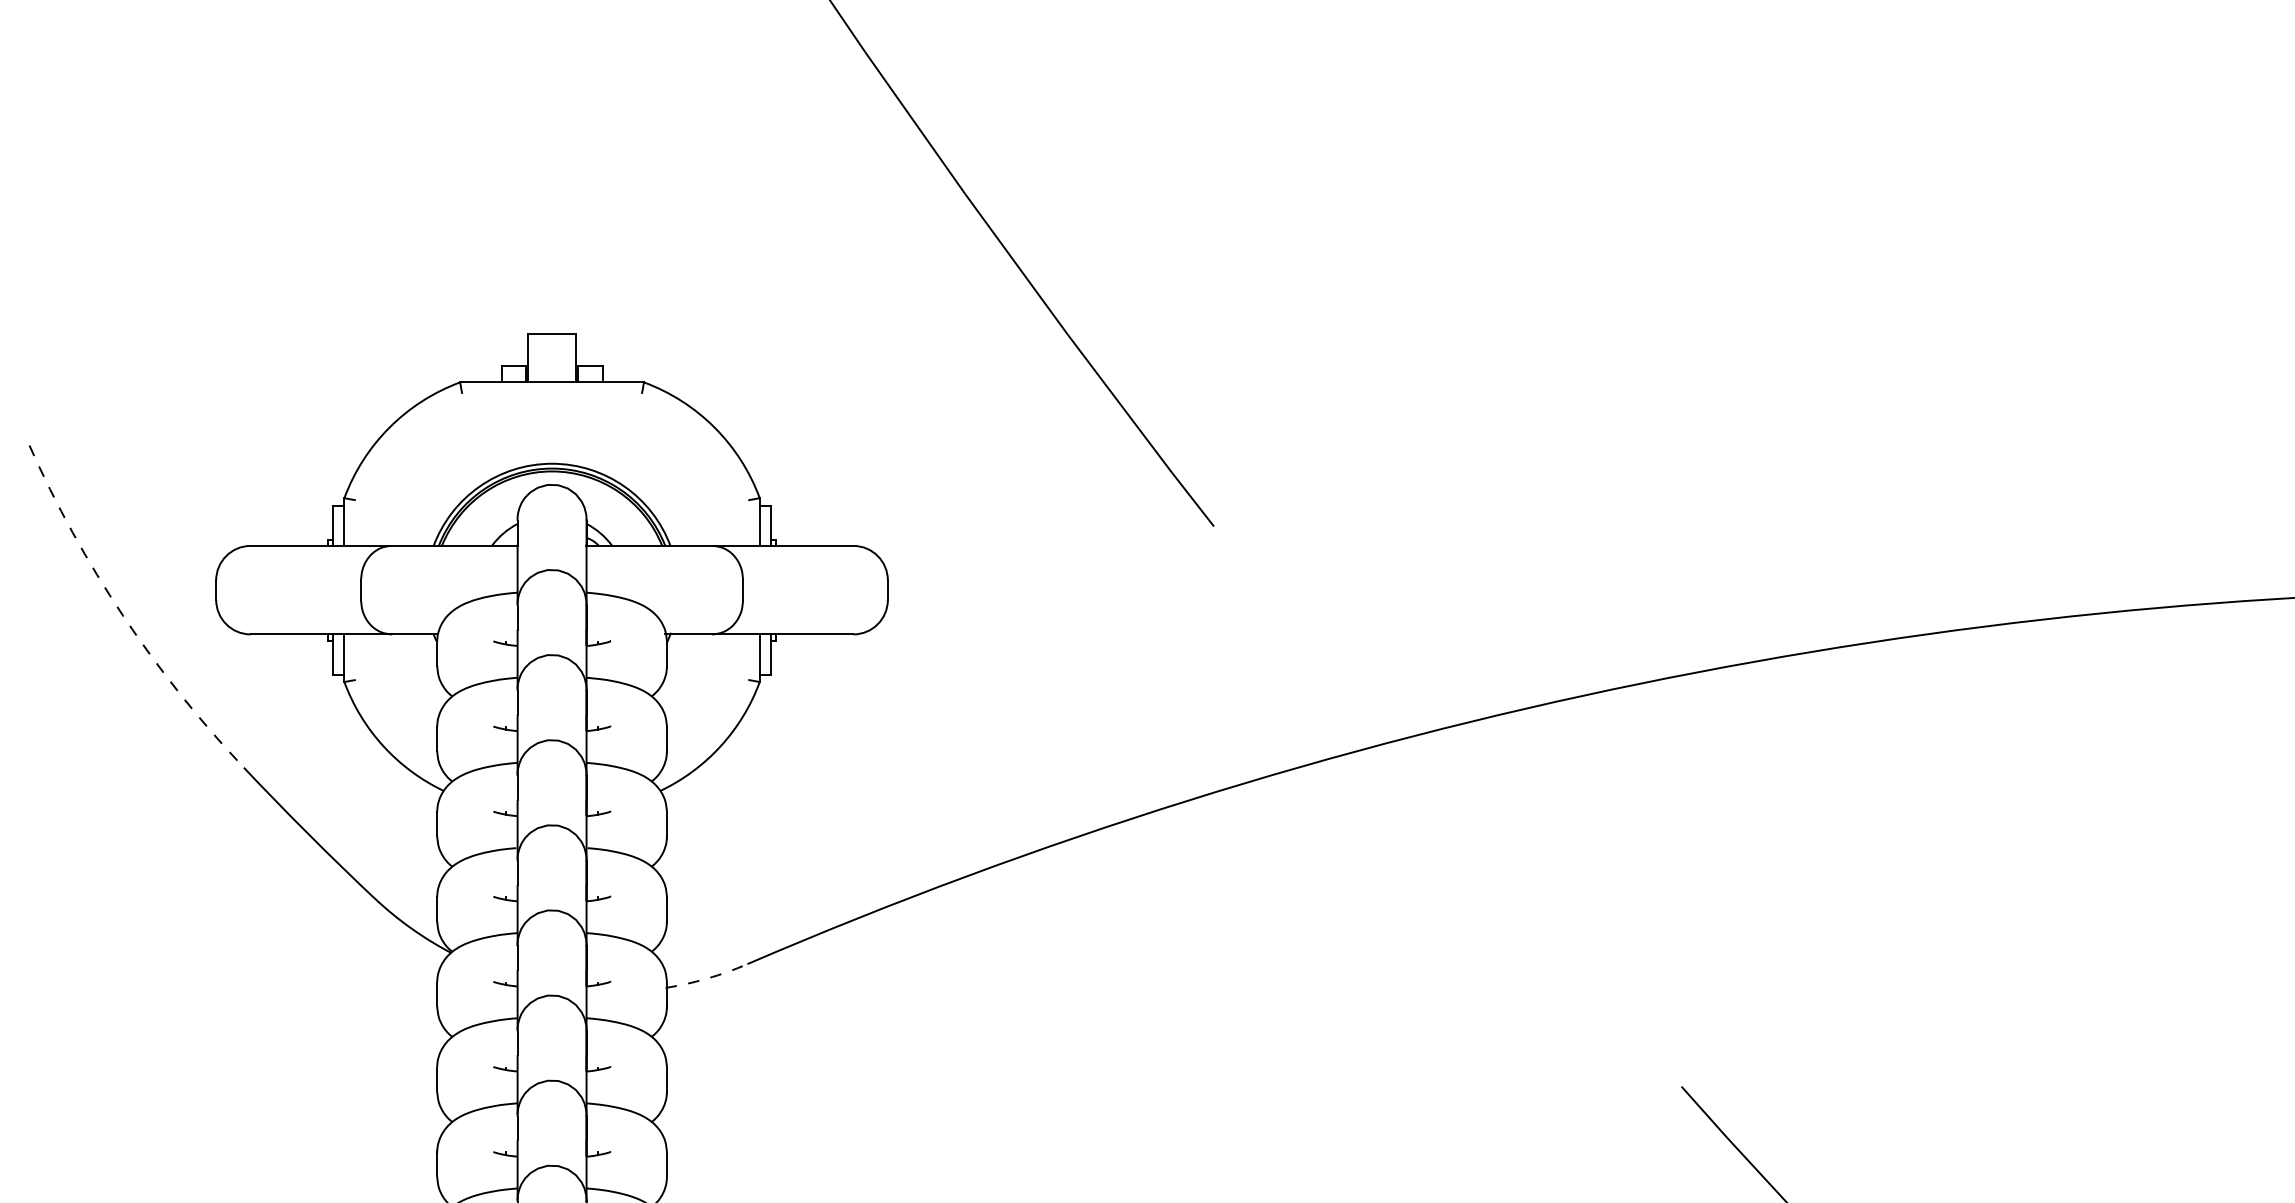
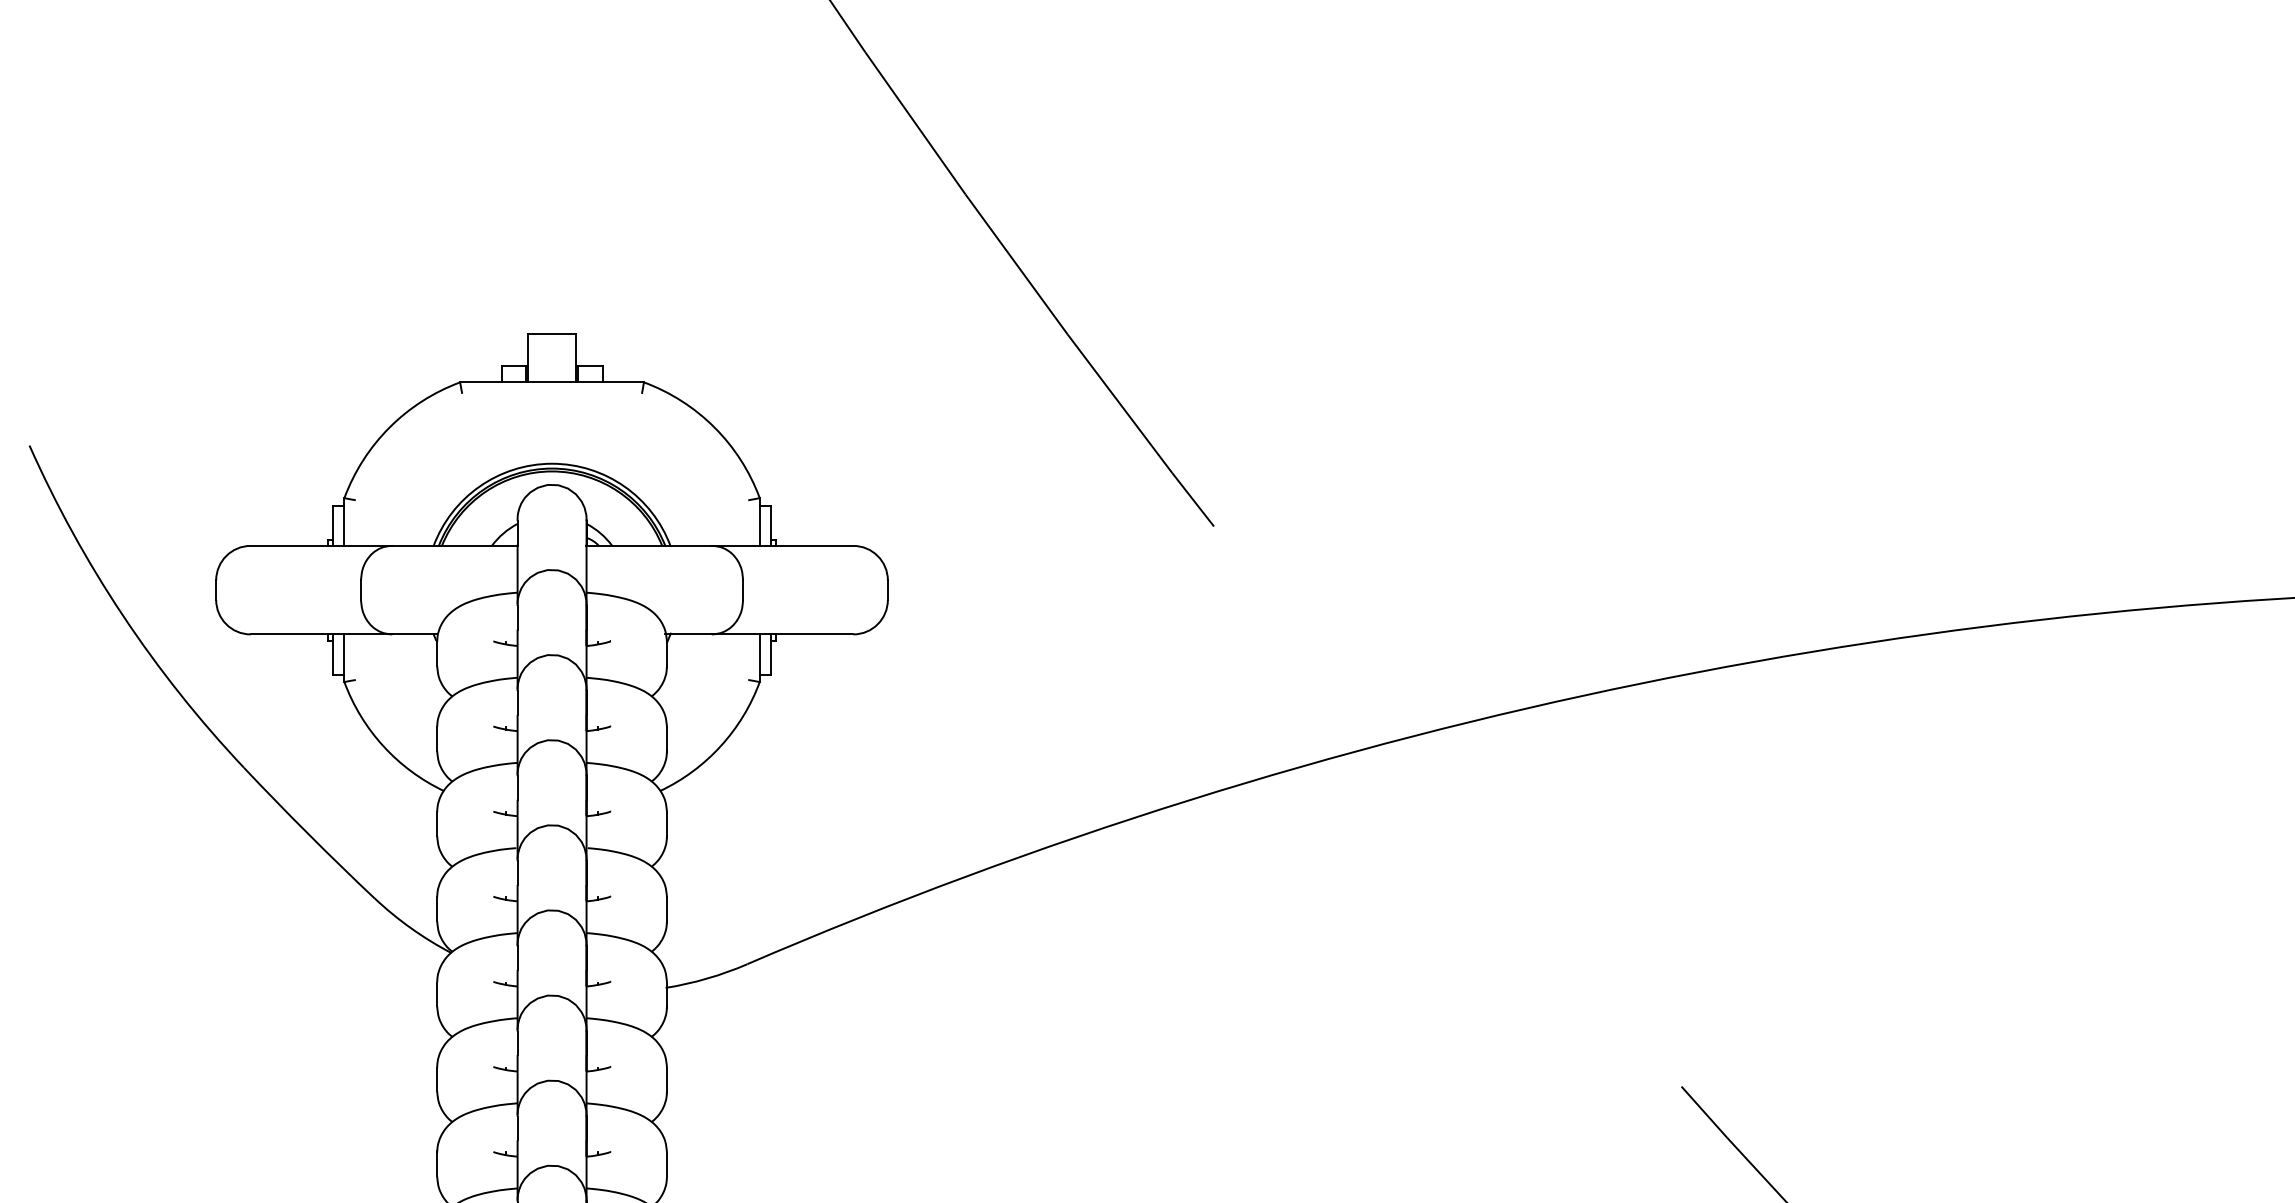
arc at (123, 615): dashed -> solid
arc at (707, 978): dashed -> solid
